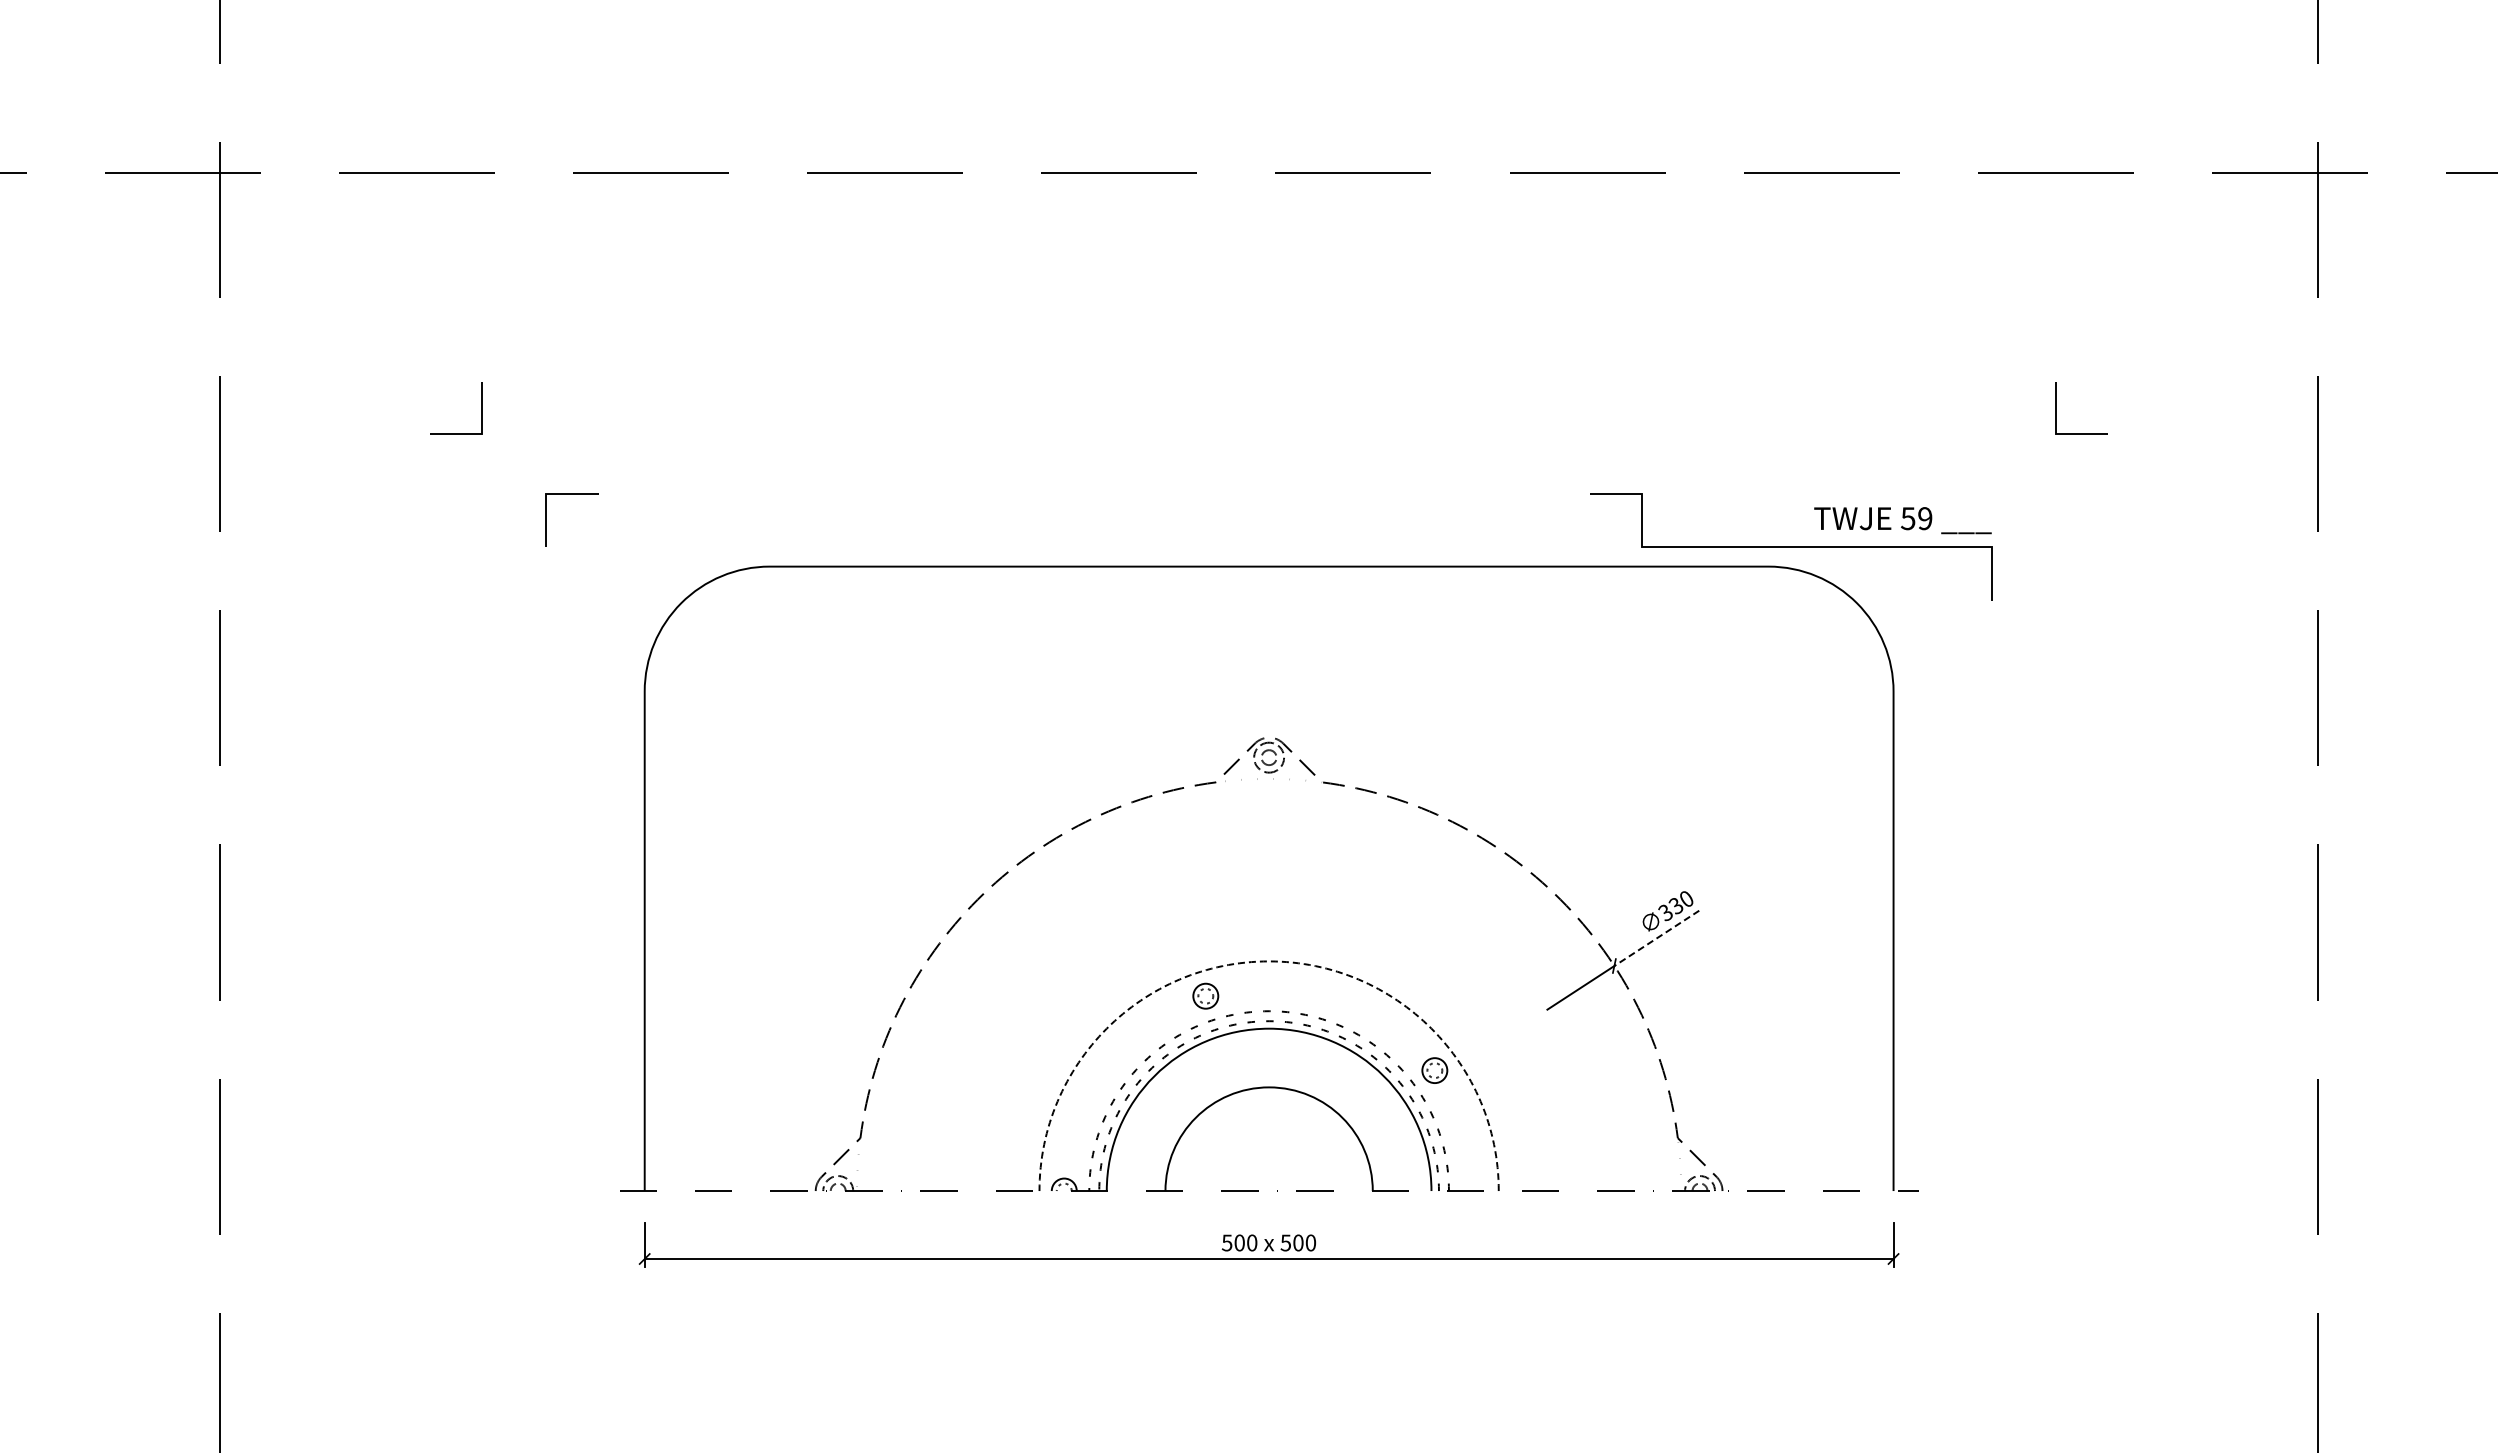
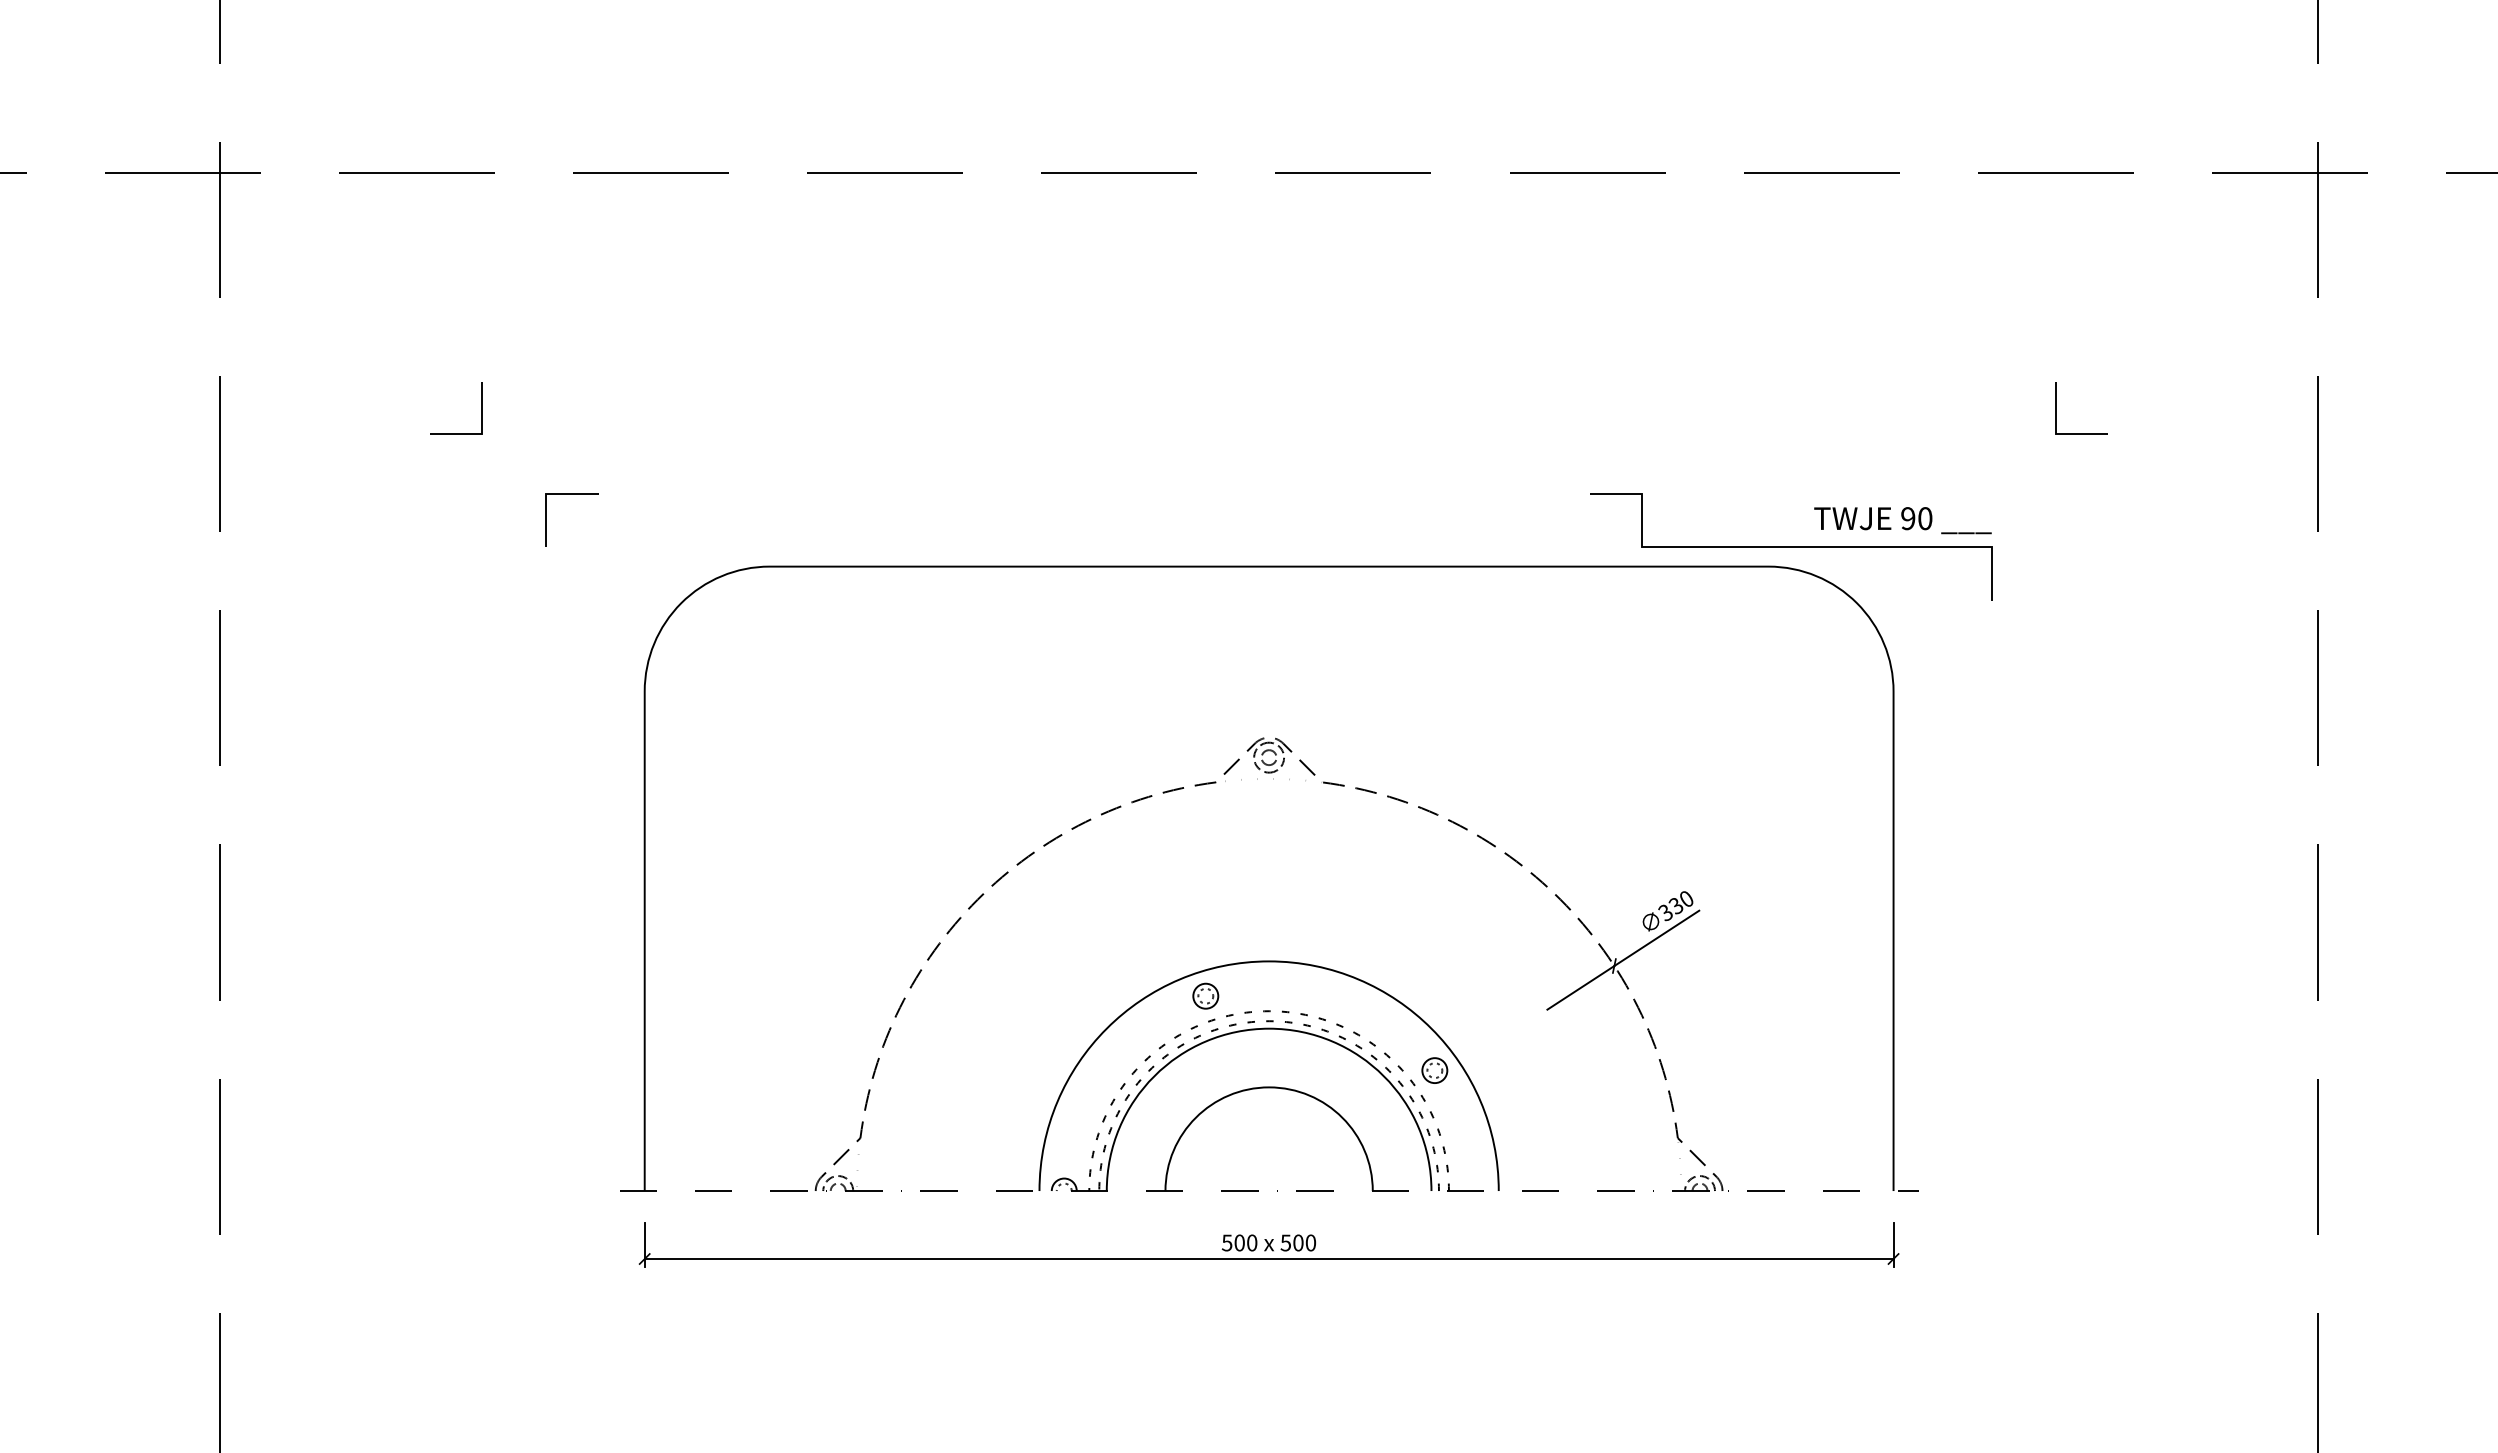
text at (1916, 518): 59 -> 90
line at (1656, 938): dashed -> solid
arc at (1269, 961): dashed -> solid
